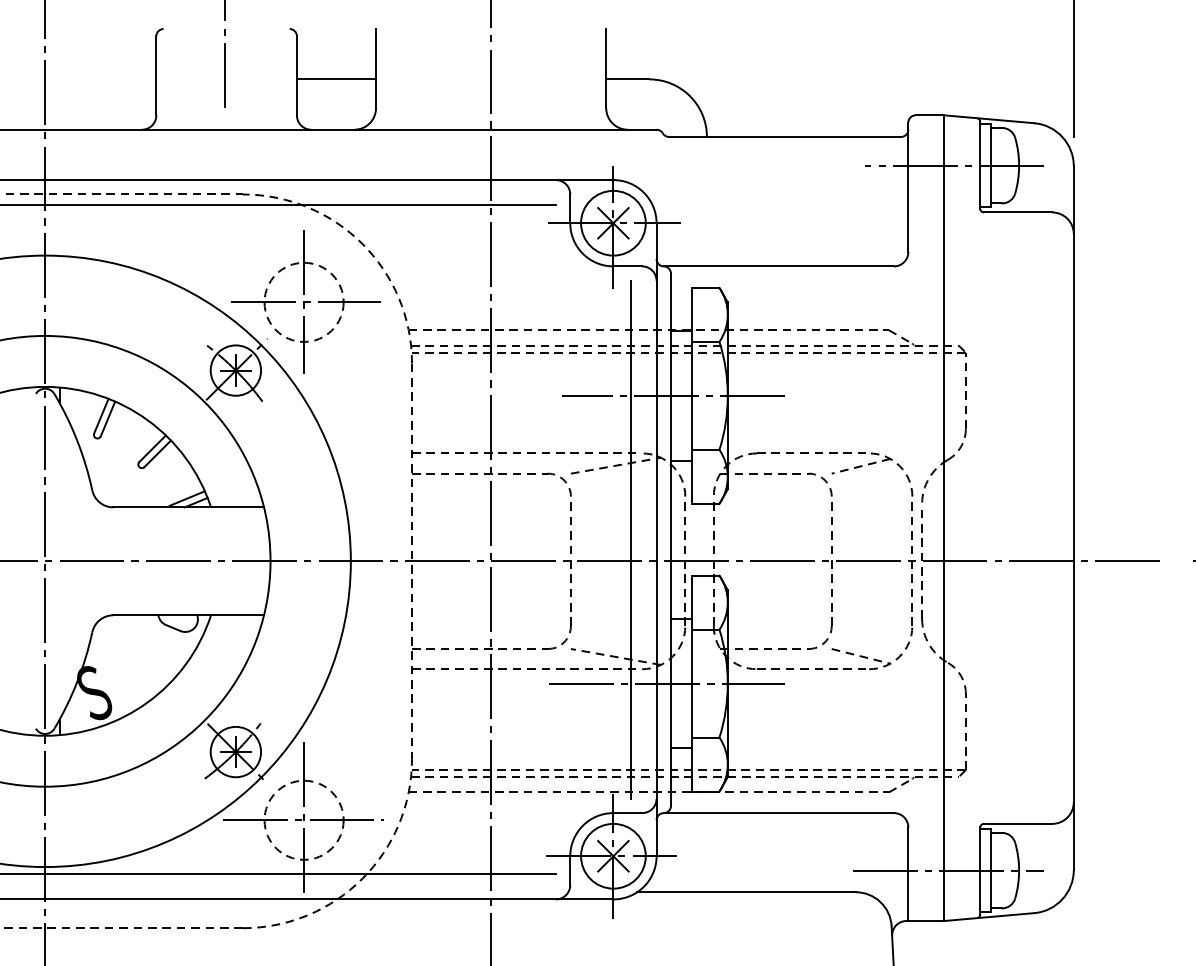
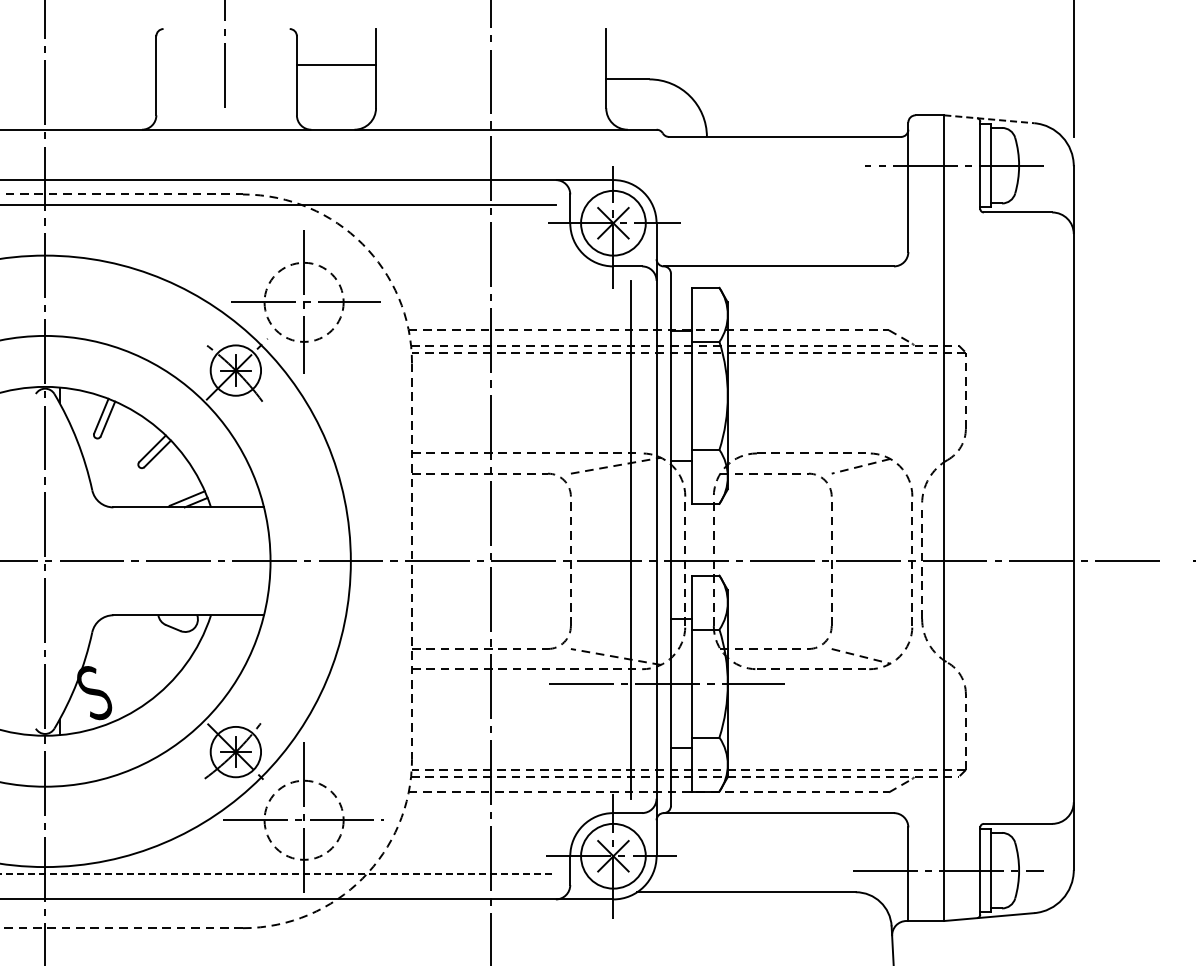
line at (336, 79) position: (336, 79) -> (336, 65)
line at (989, 119): solid -> dashed
line at (673, 395): present -> none
line at (278, 874): solid -> dashed
